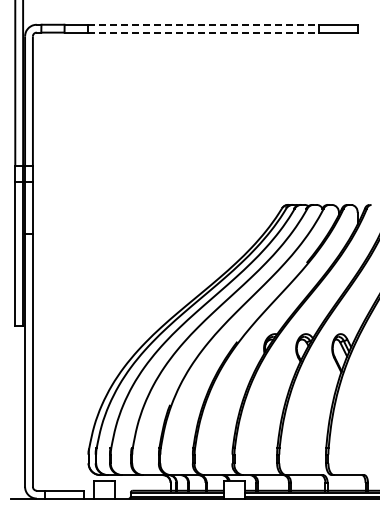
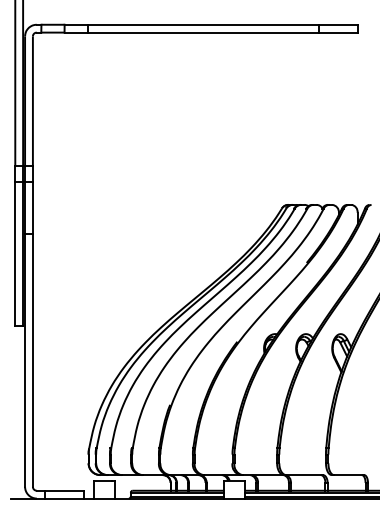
line at (203, 24): dashed -> solid
line at (203, 32): dashed -> solid
